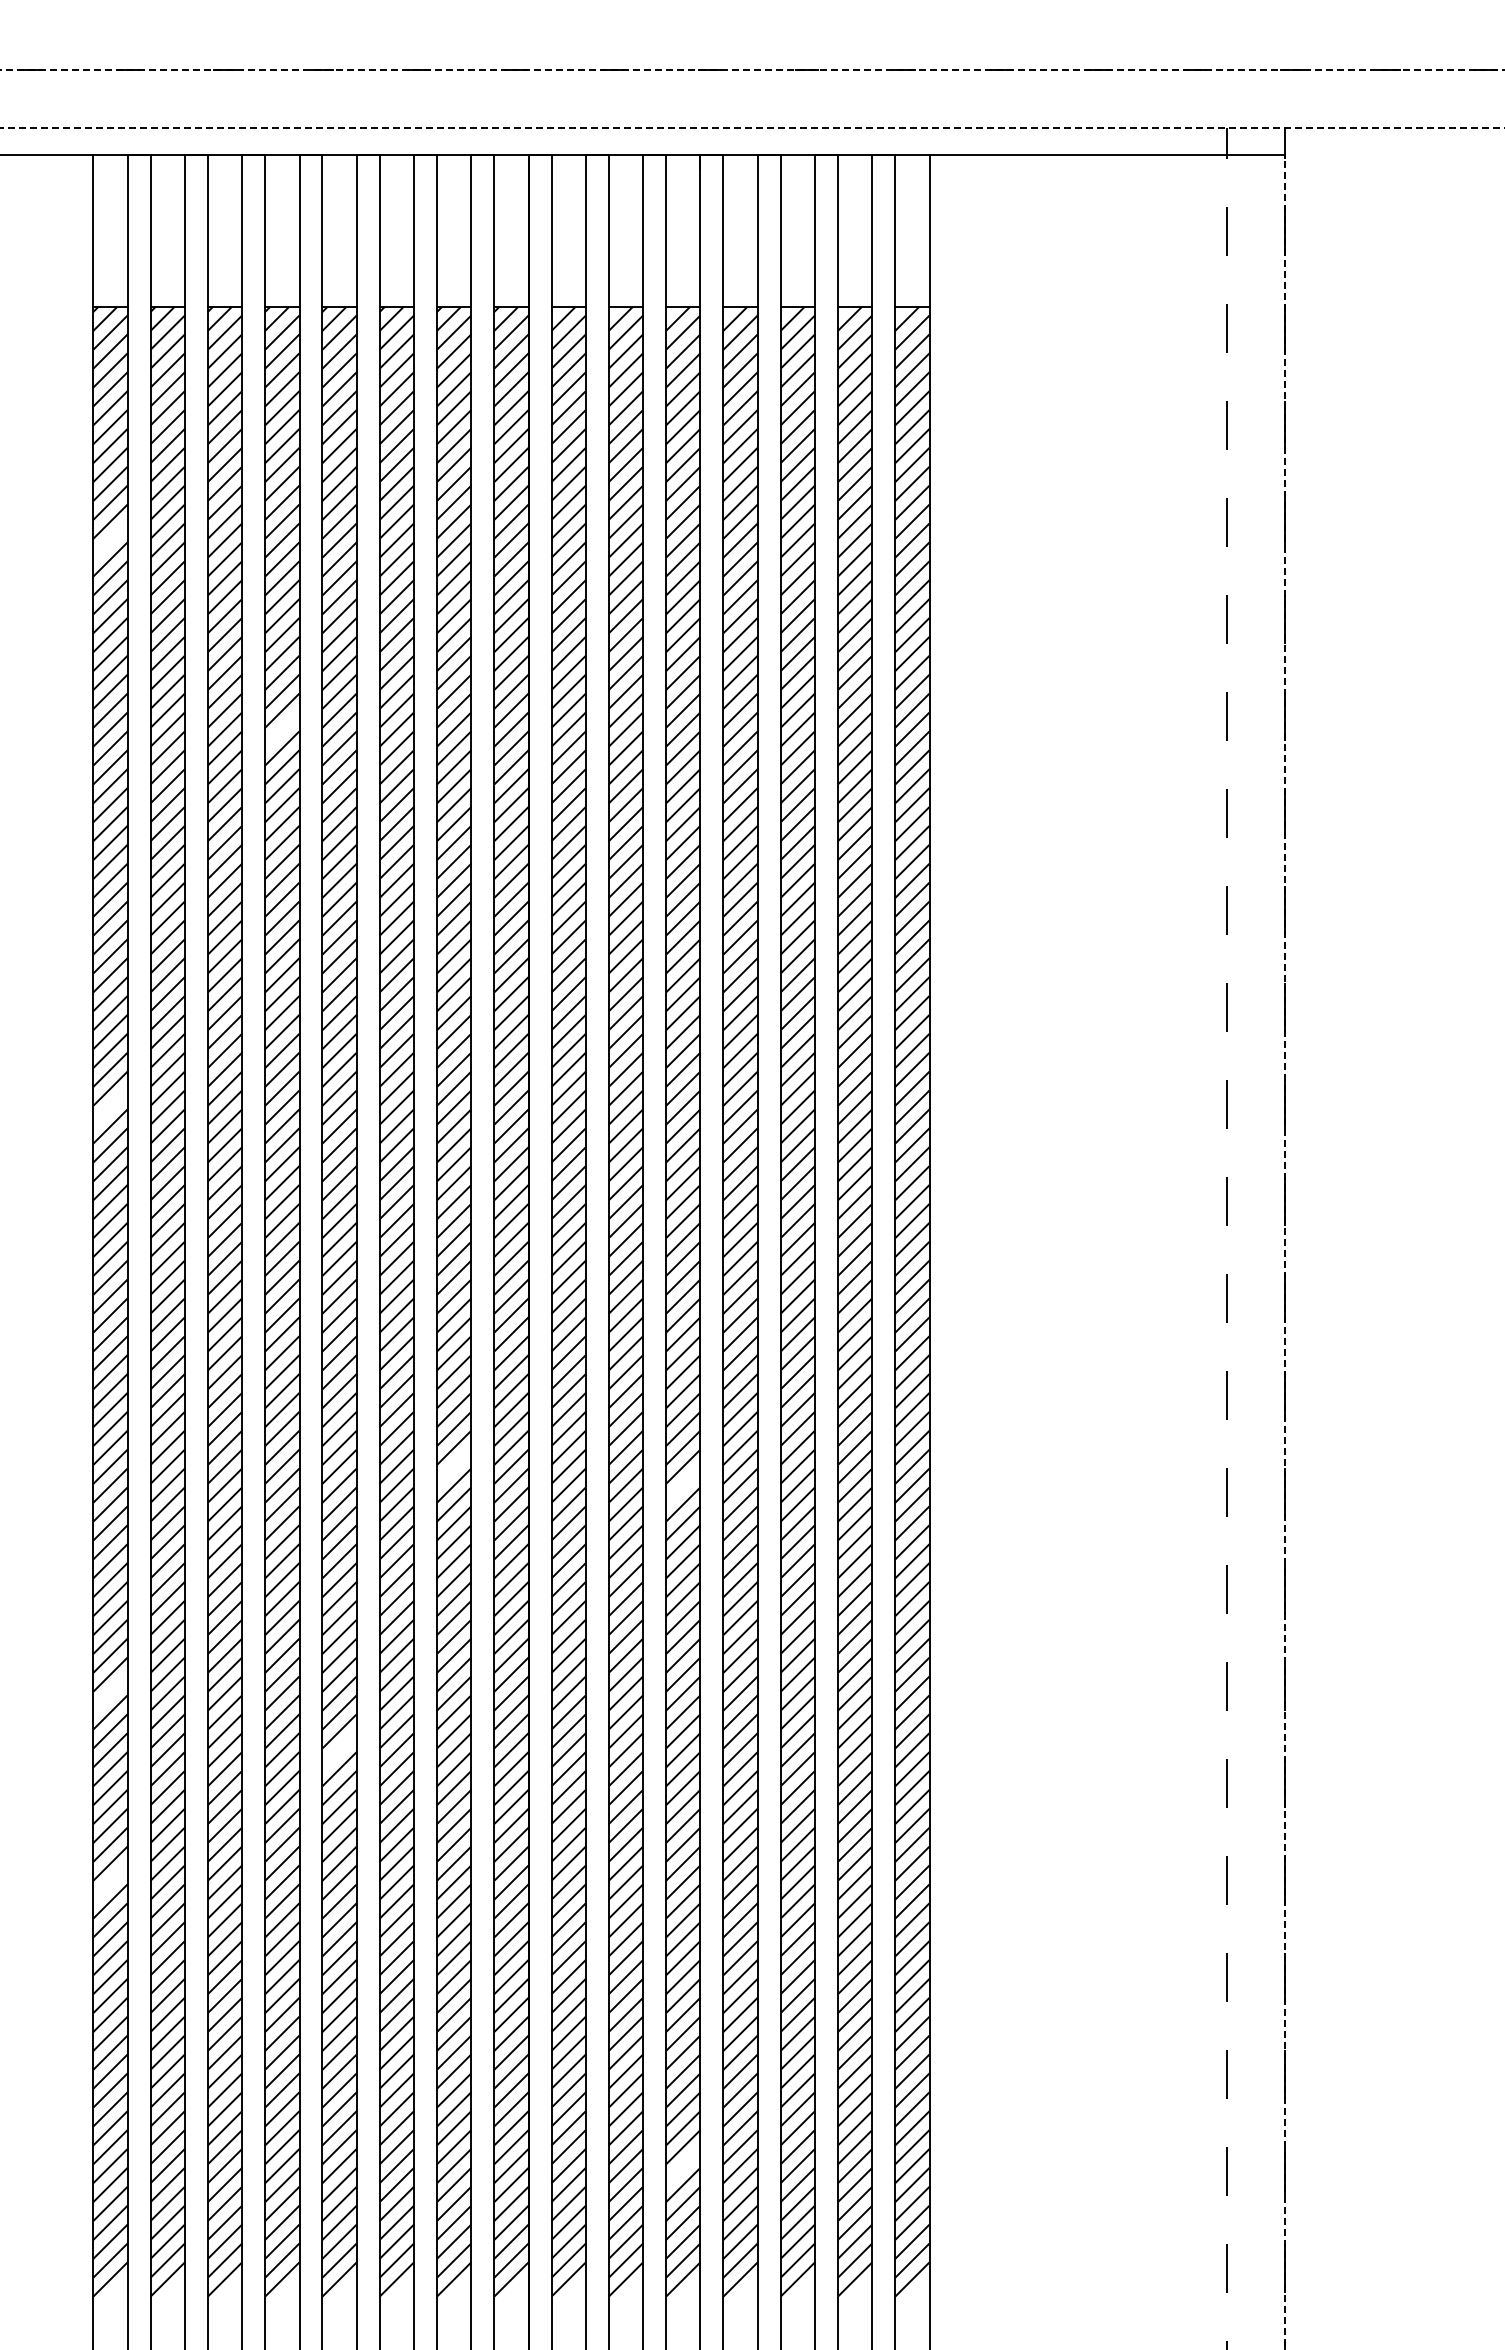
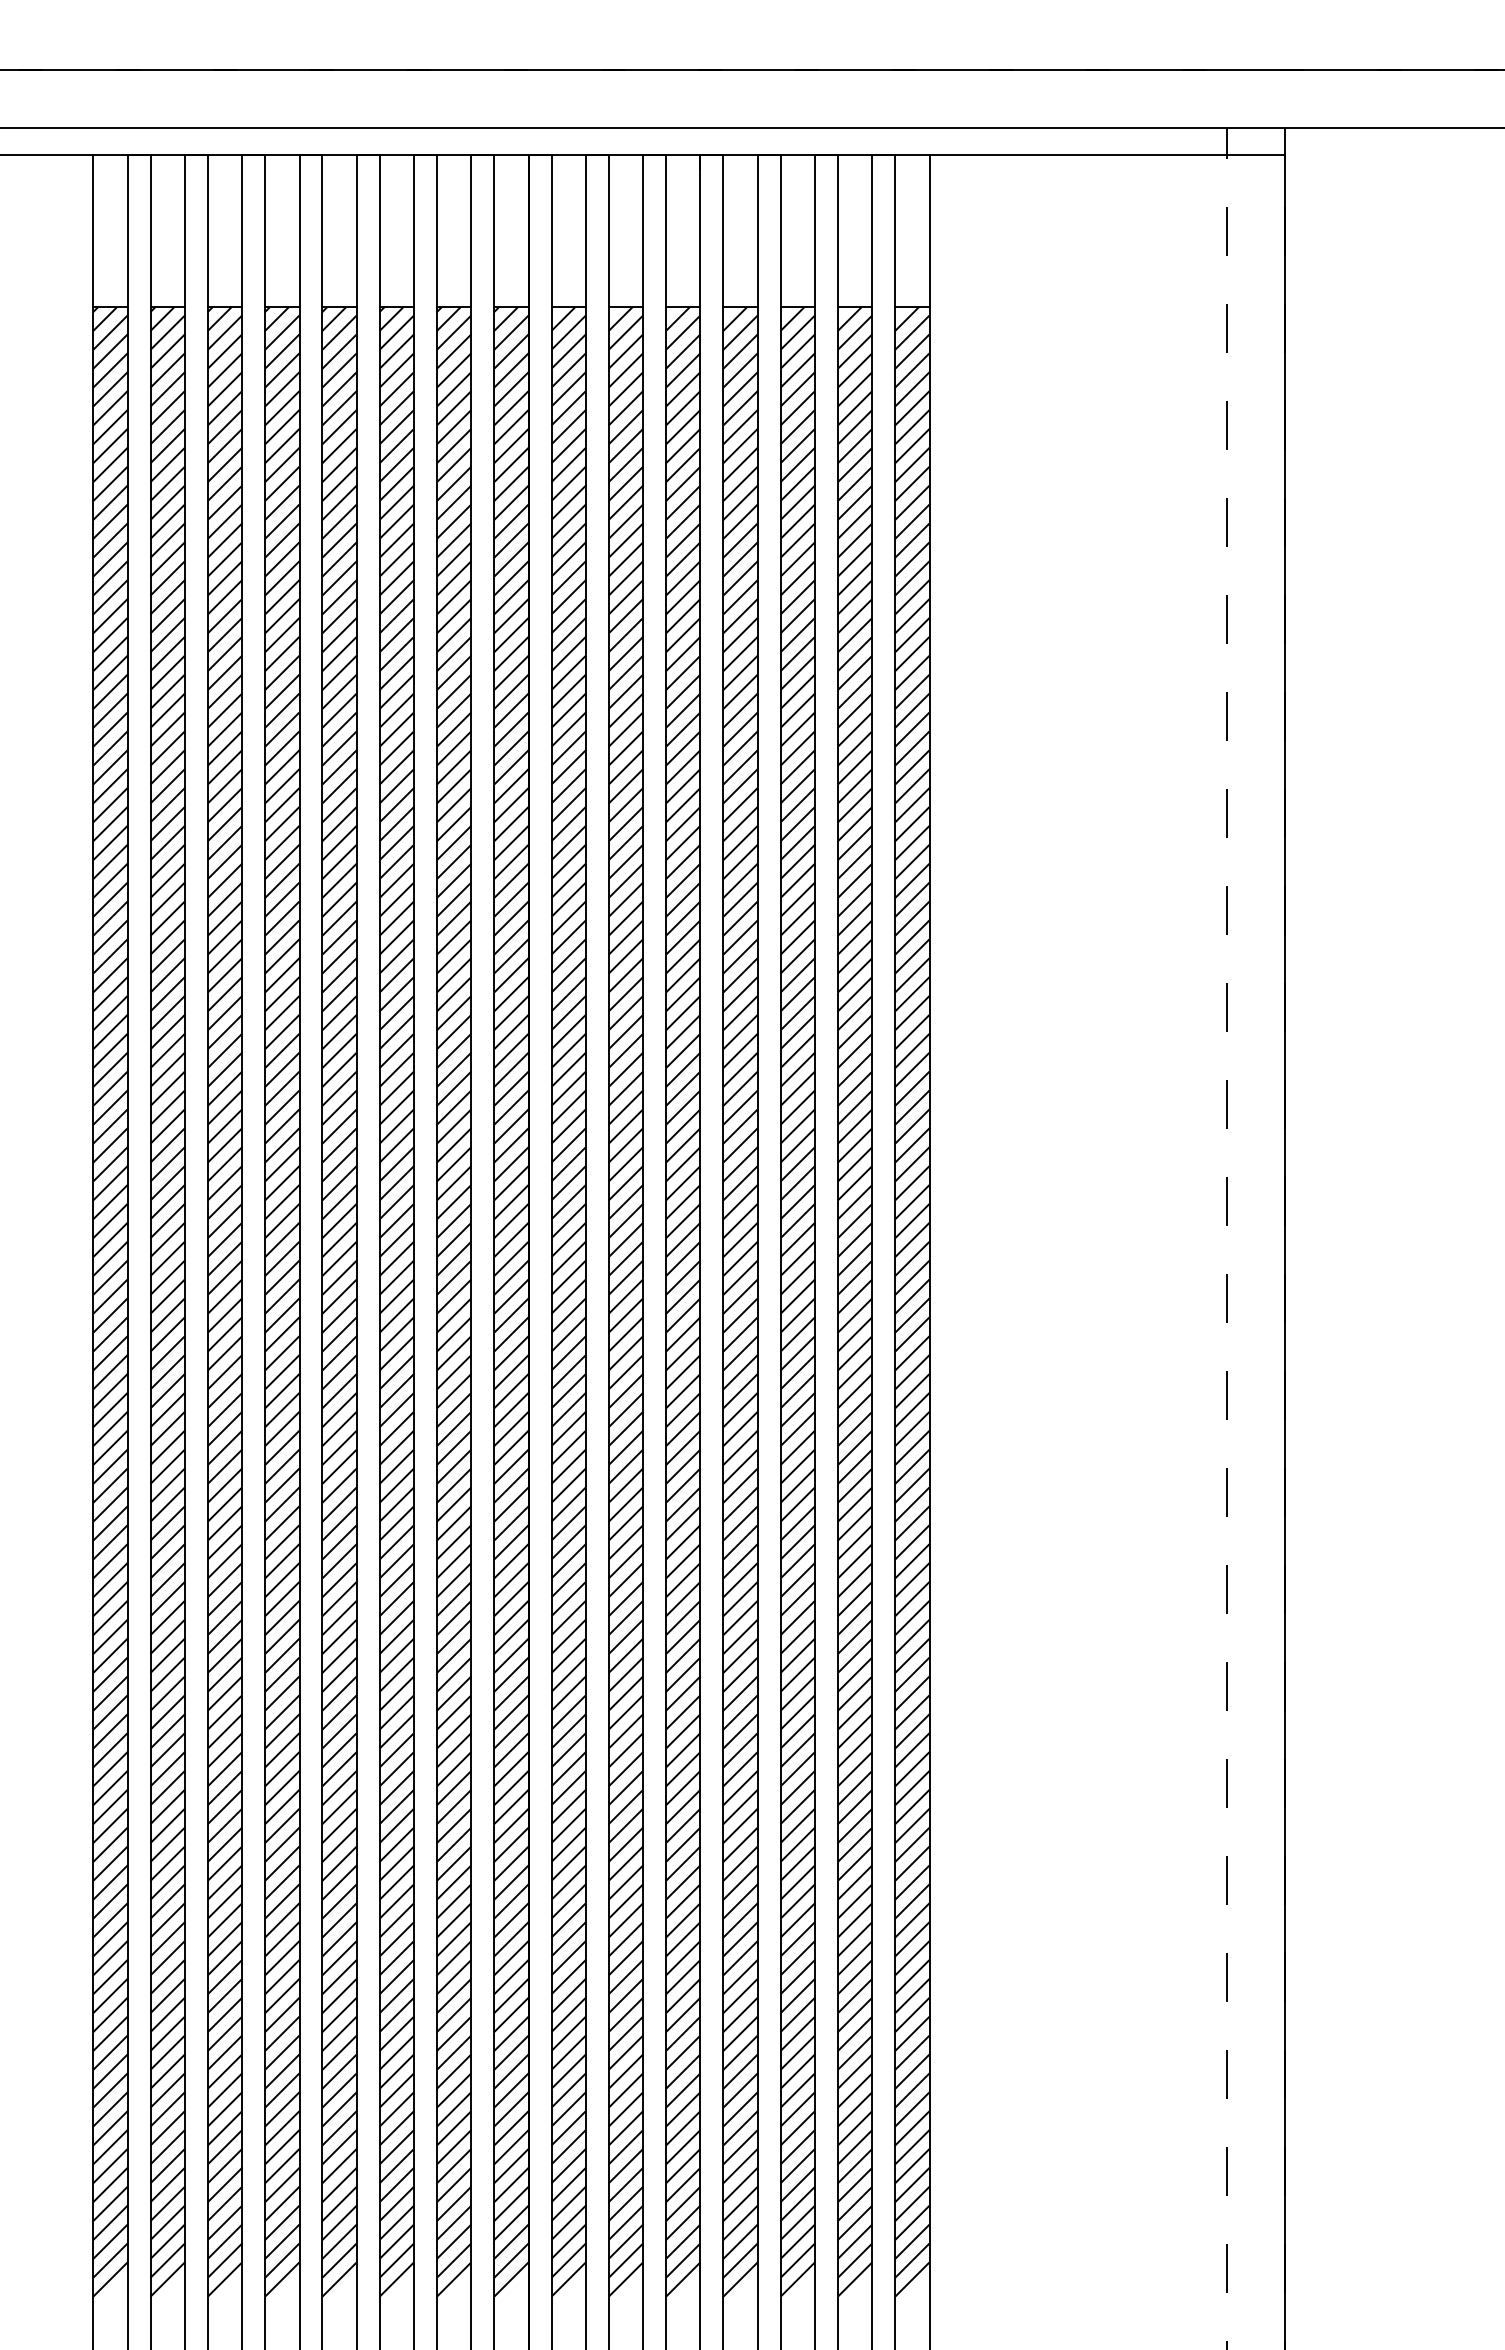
line at (752, 70): dashed -> solid
line at (752, 127): dashed -> solid
line at (110, 540): none -> present
line at (282, 729): none -> present
line at (110, 1107): none -> present
line at (1284, 1251): dashed -> solid
line at (454, 1466): none -> present
line at (683, 1485): none -> present
line at (110, 1693): none -> present
line at (339, 1750): none -> present
line at (110, 1882): none -> present
line at (683, 2165): none -> present
